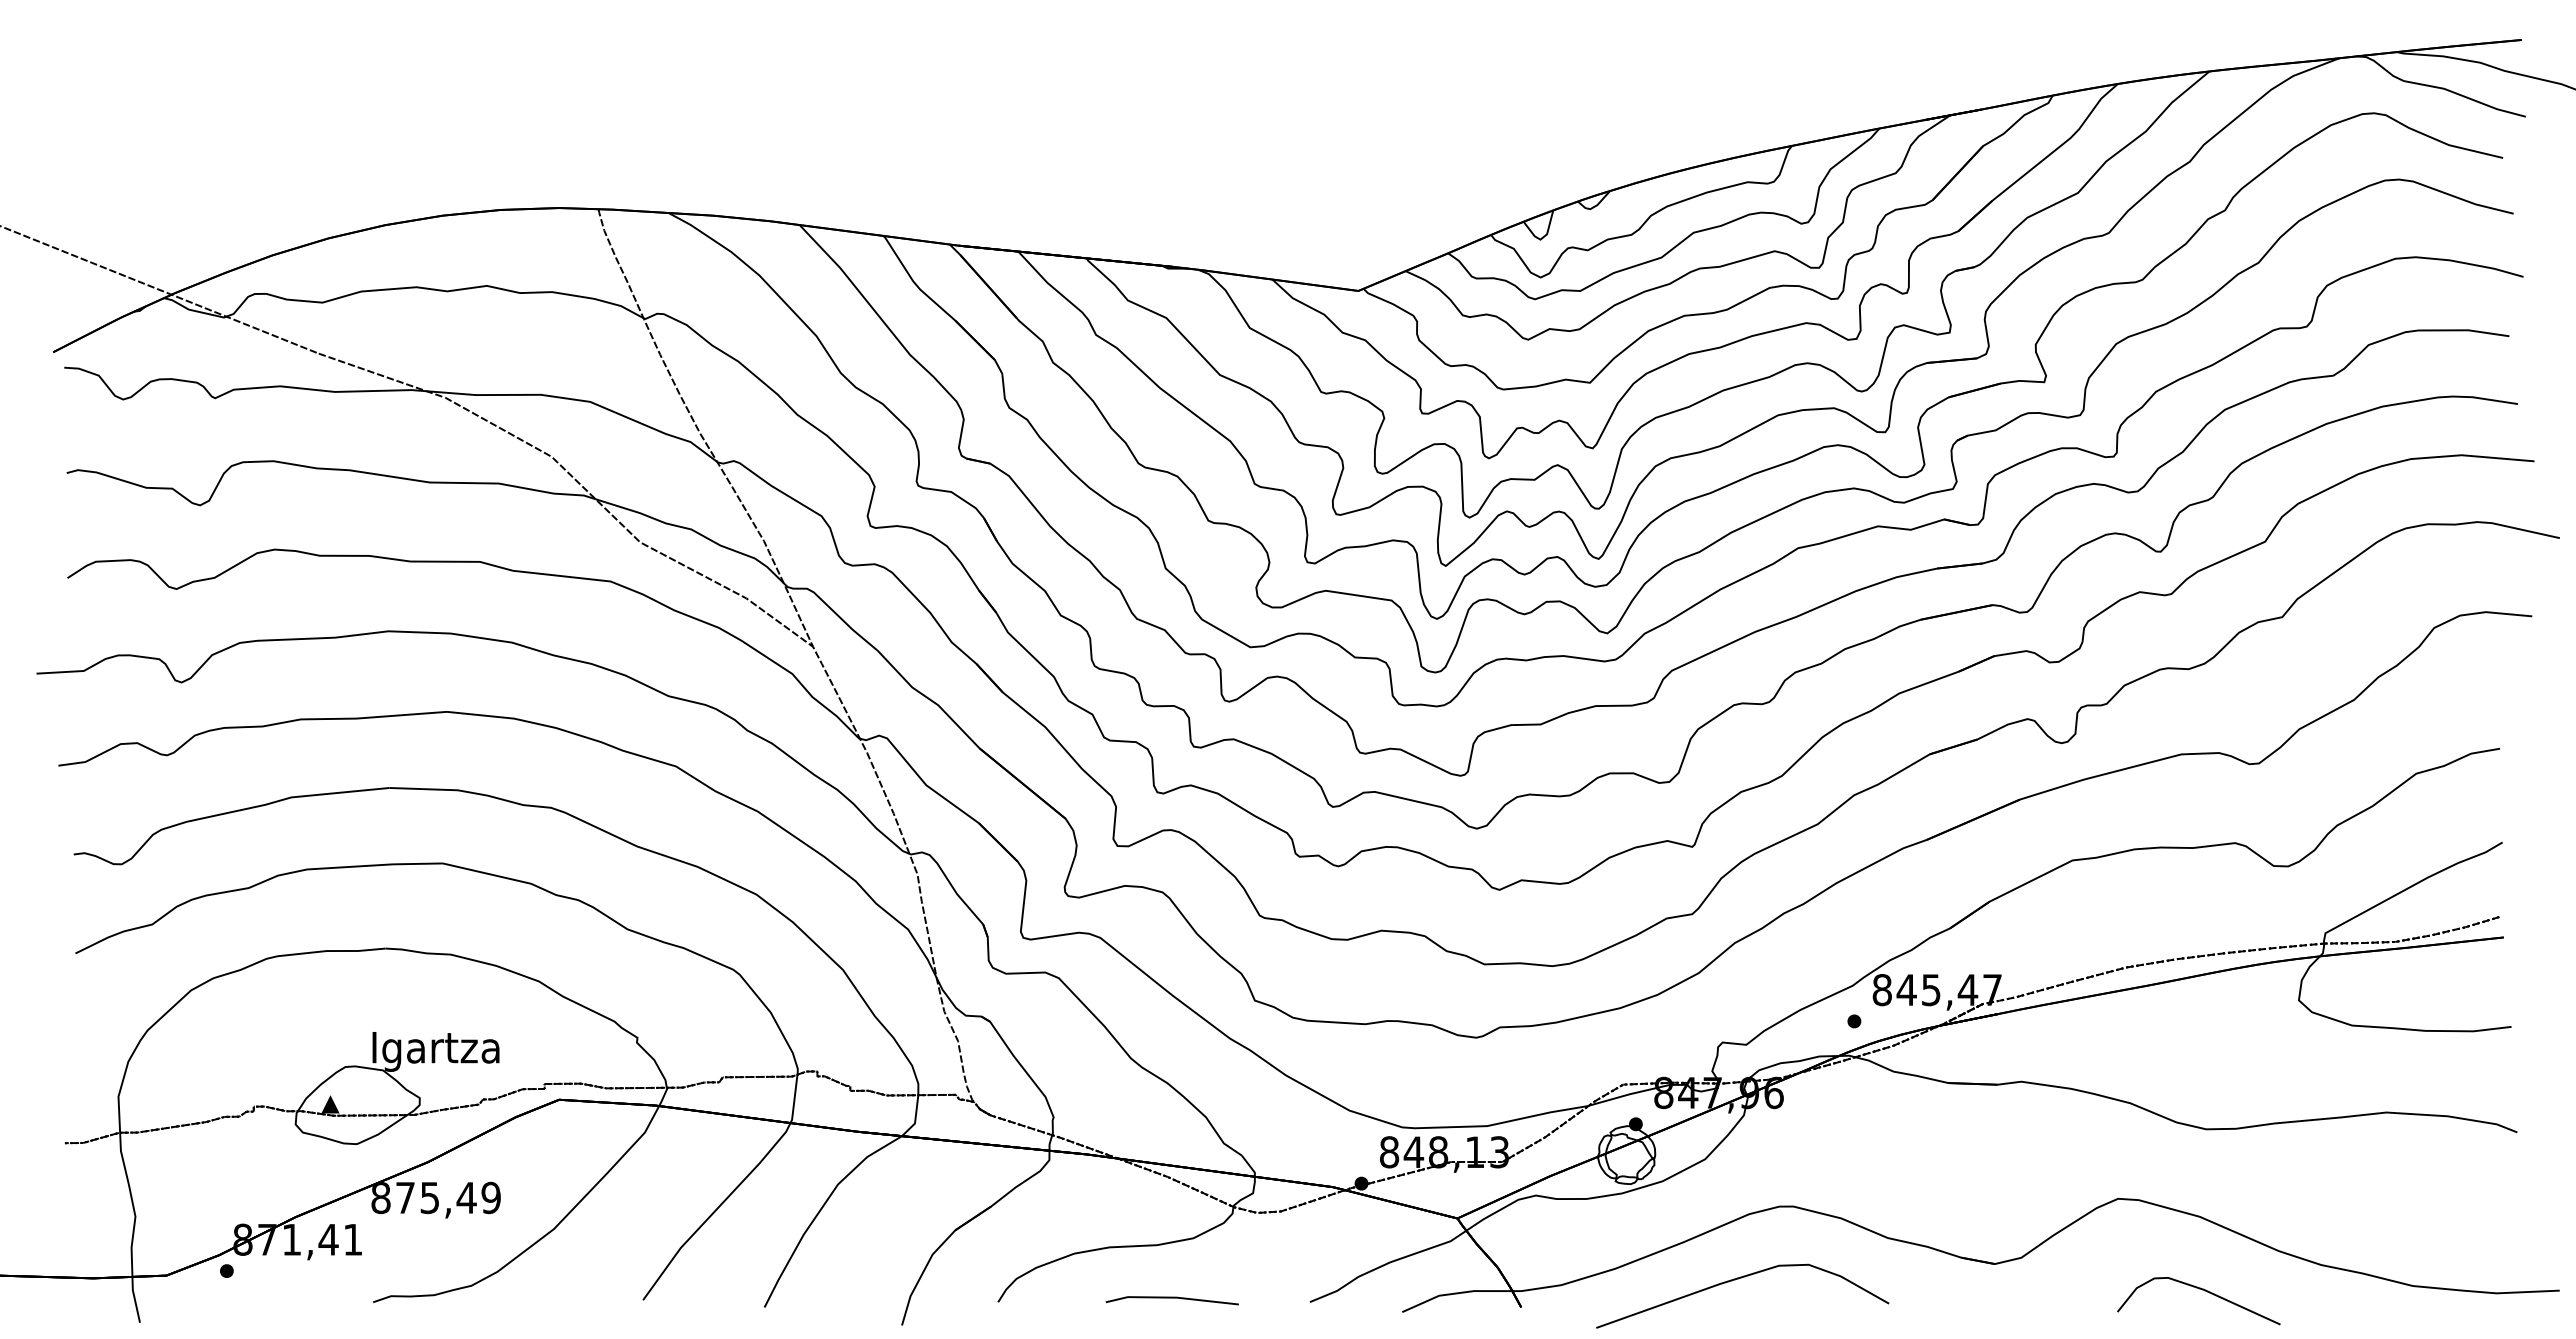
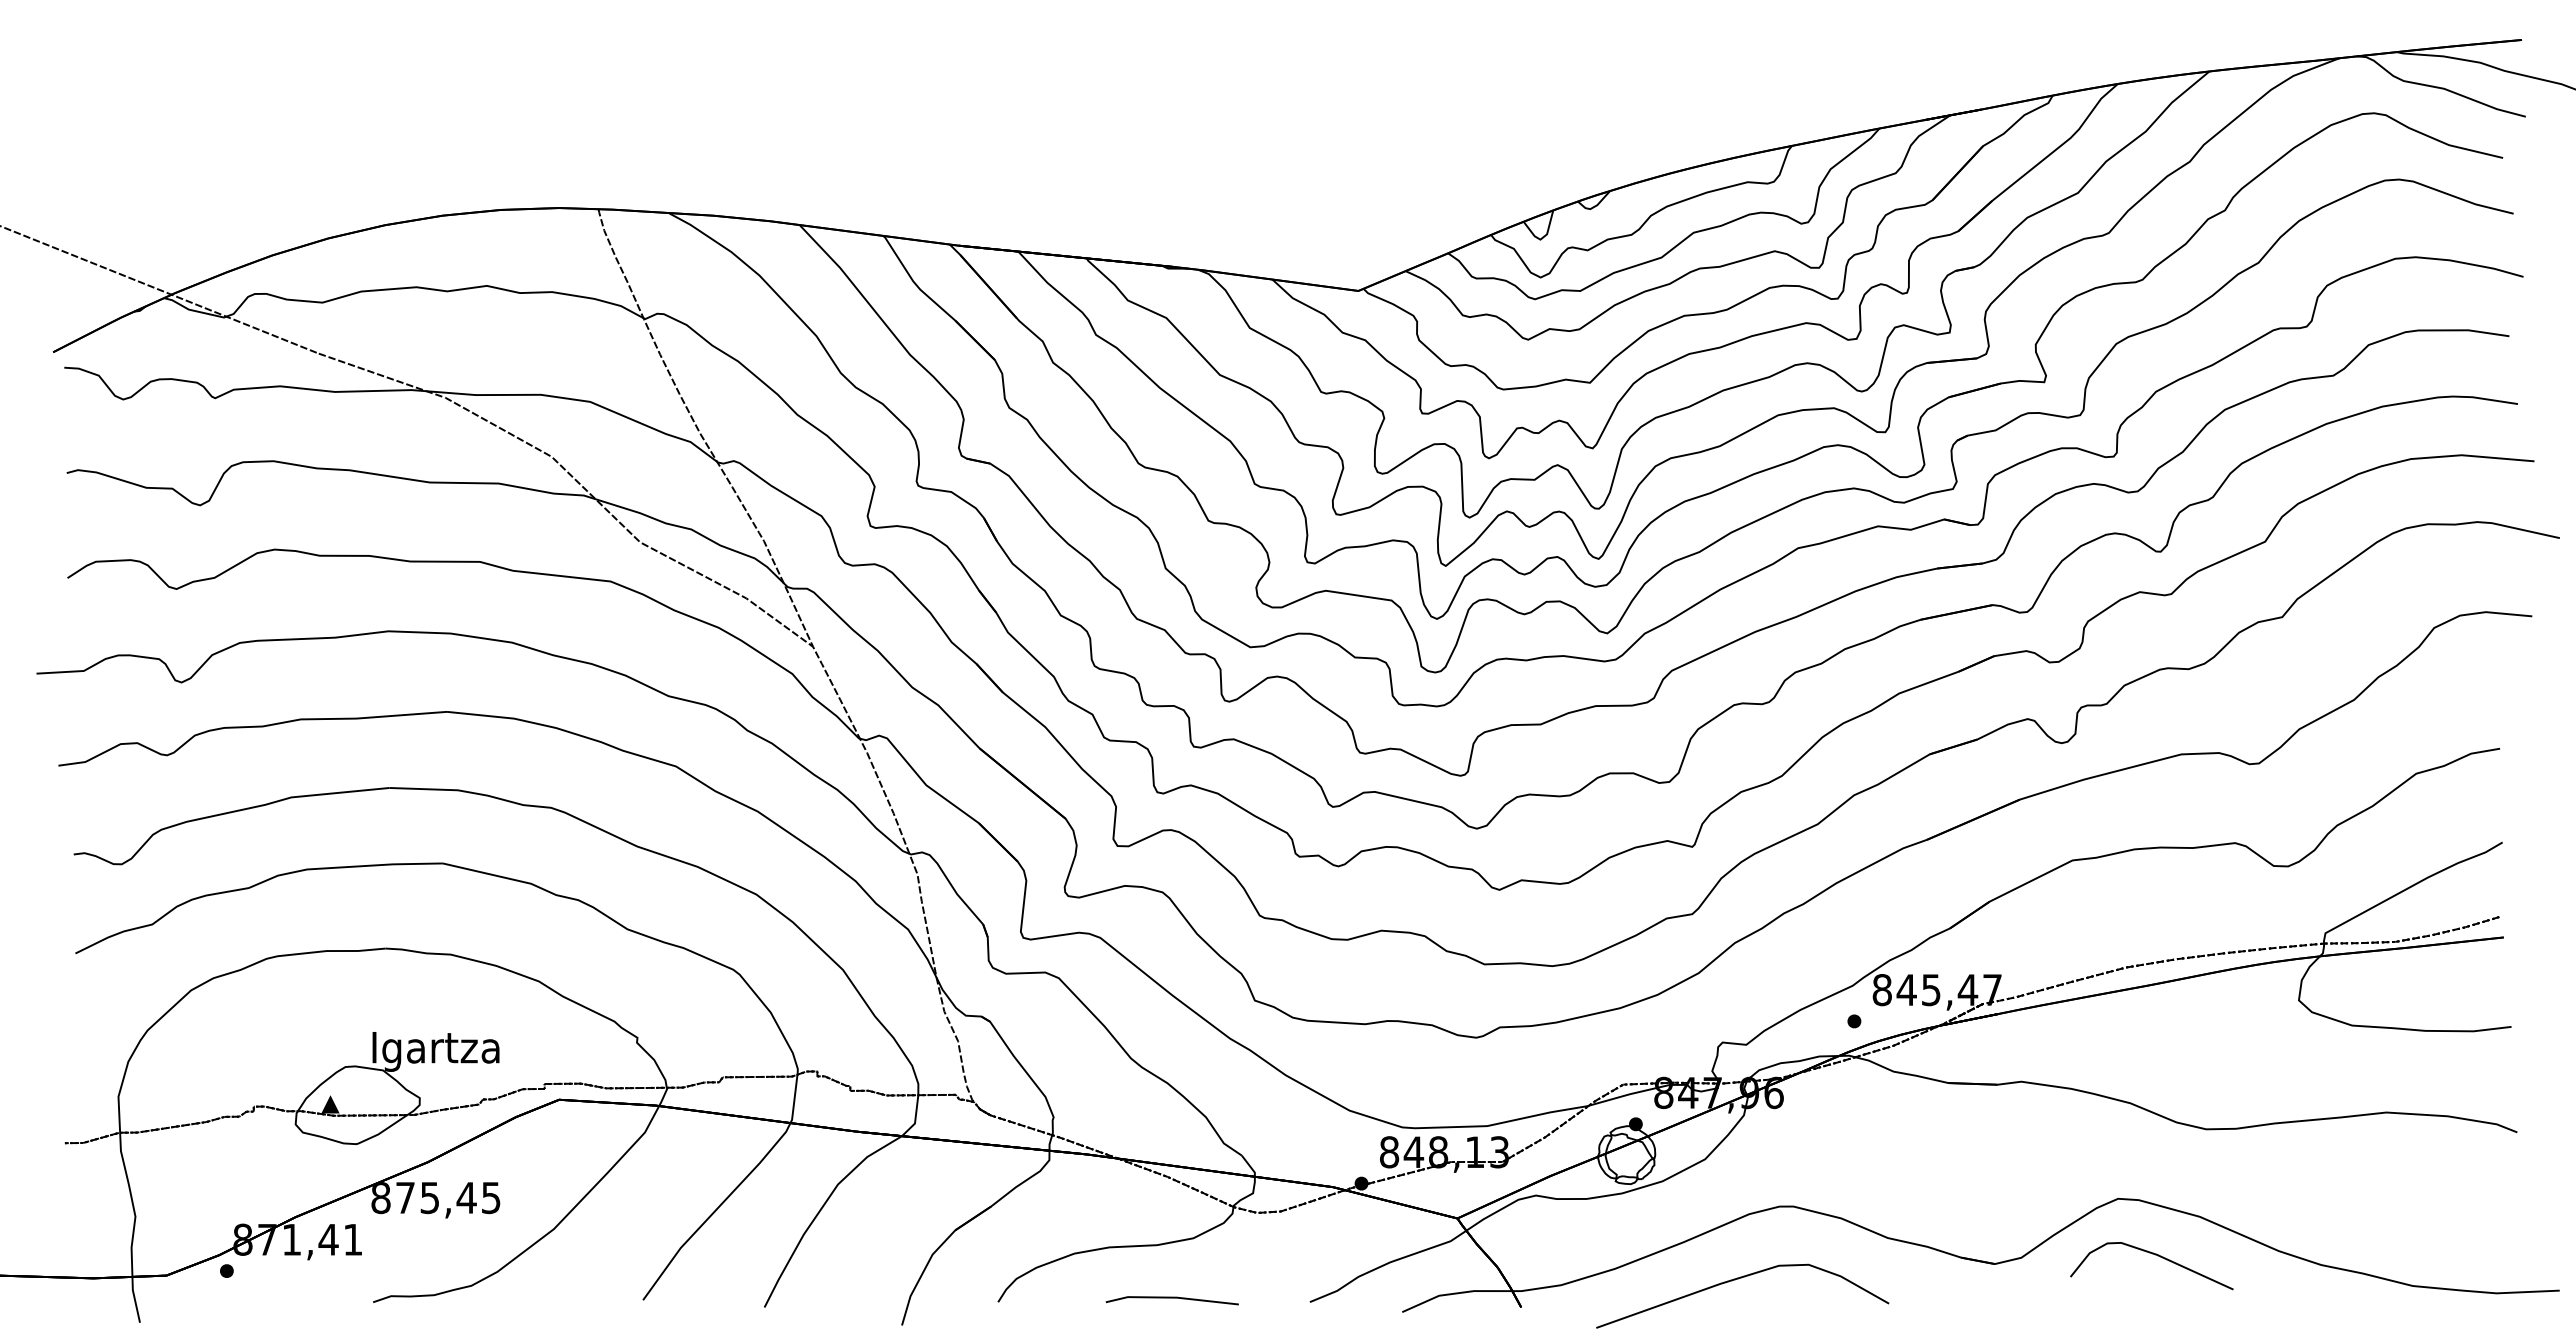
text at (490, 1197): 875,49 -> 875,45
curve at (2204, 1291) position: (2204, 1291) -> (2157, 1256)
